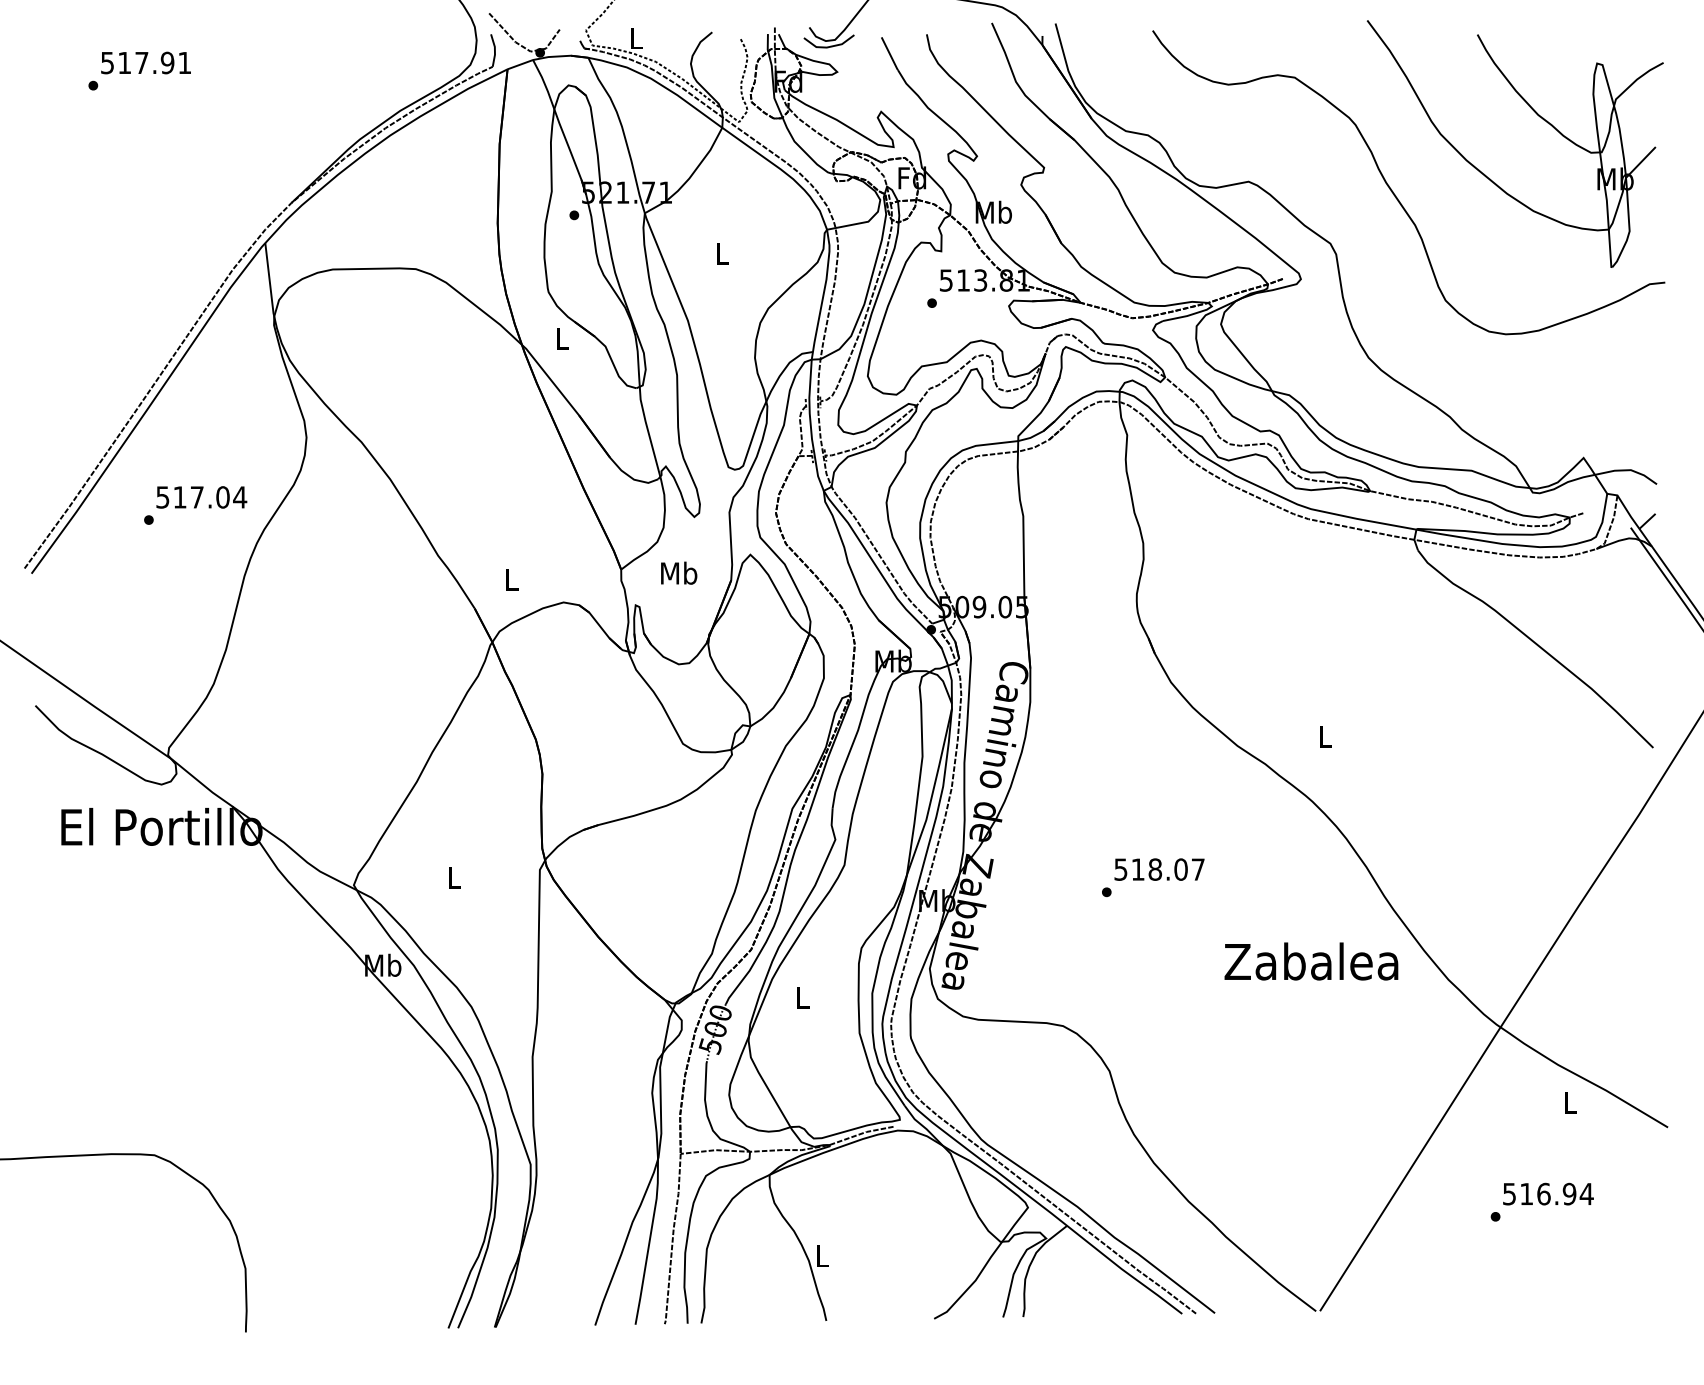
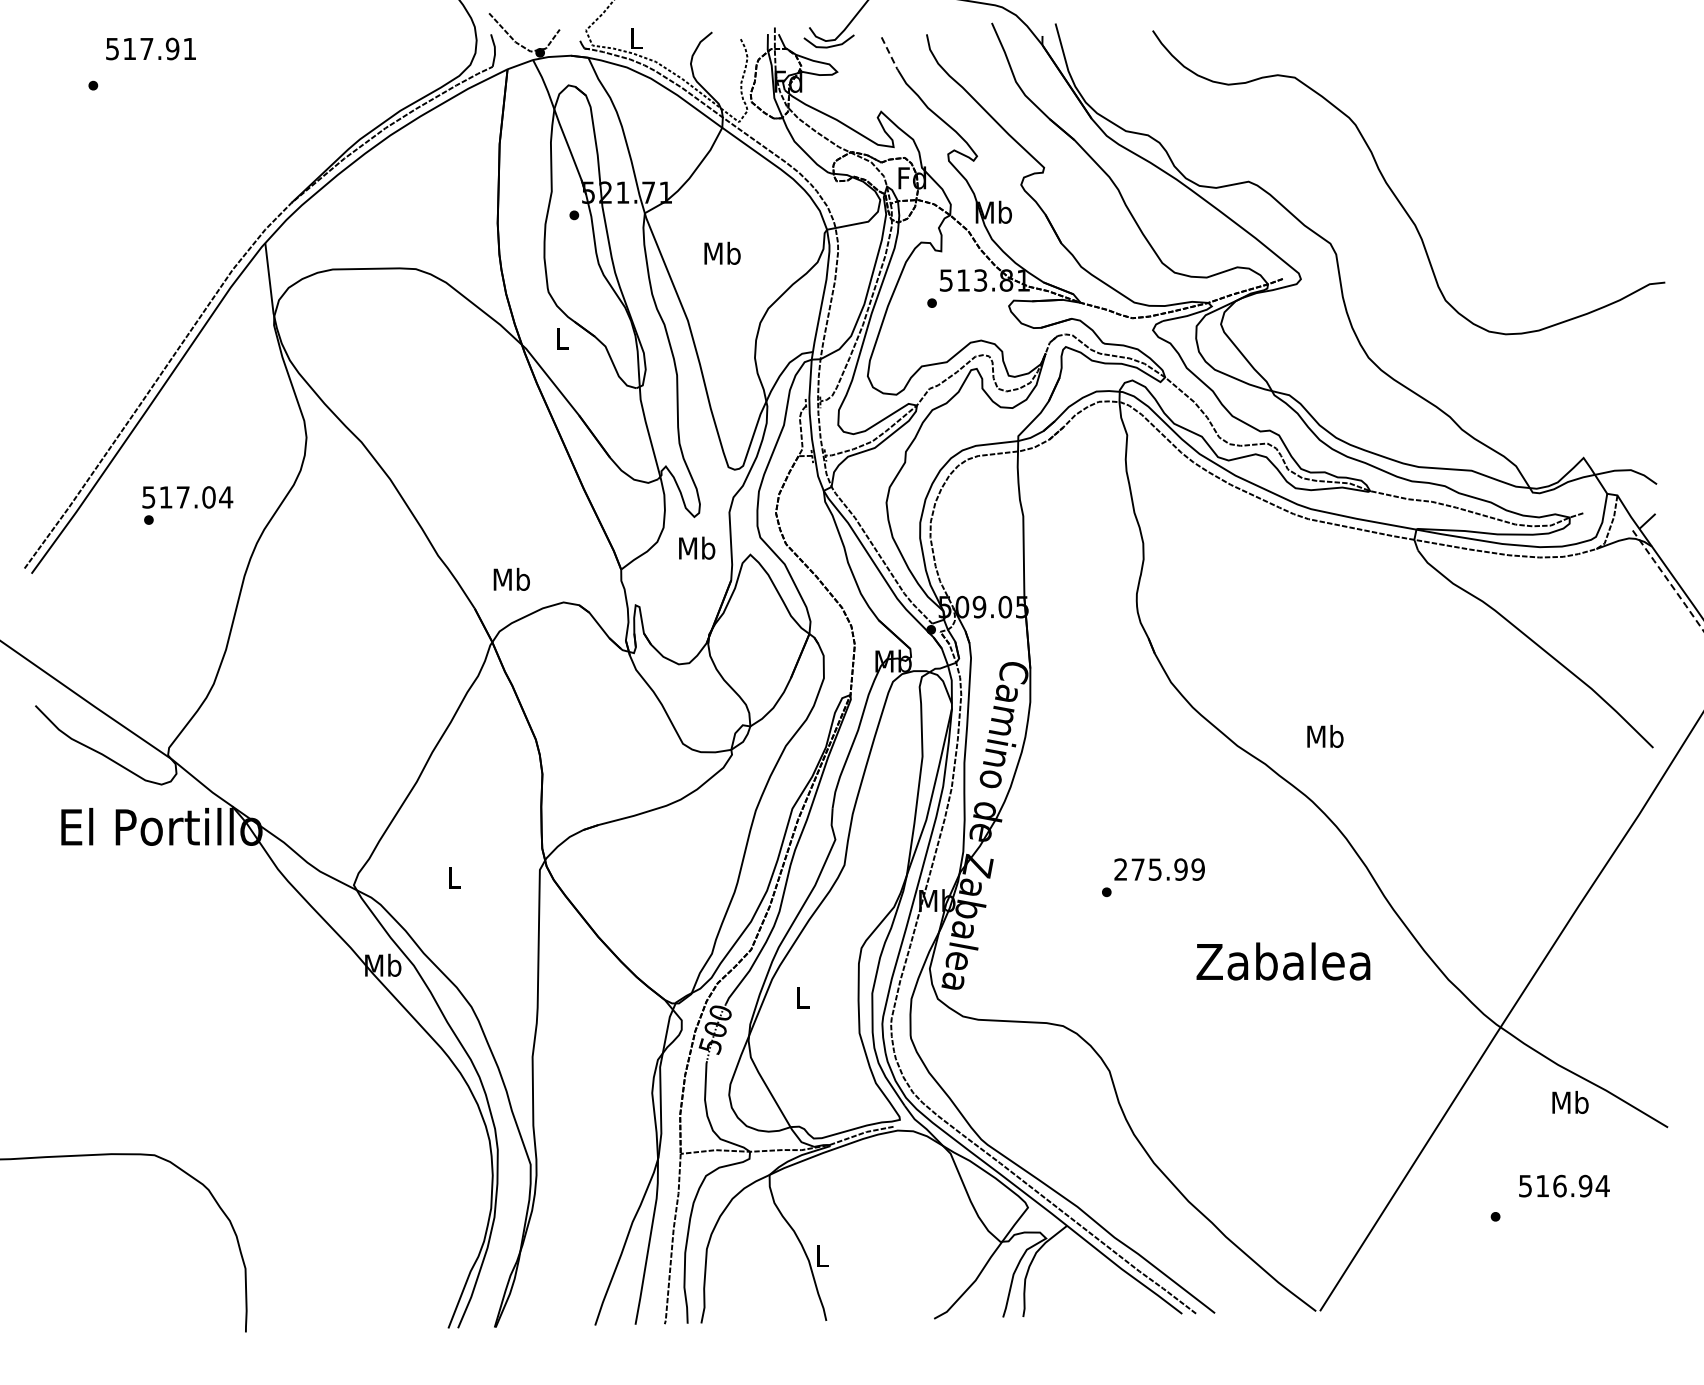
line at (890, 54): solid -> dashed
text at (145, 62) position: (145, 62) -> (150, 48)
part at (1539, 117): present -> none
text at (722, 252): L -> Mb
text at (201, 497) position: (201, 497) -> (187, 497)
text at (679, 572) position: (679, 572) -> (697, 547)
text at (511, 578): L -> Mb
line at (1667, 579): solid -> dashed
text at (1325, 735): L -> Mb
text at (1159, 869): 518.07 -> 275.99
text at (1311, 961) position: (1311, 961) -> (1283, 961)
text at (1570, 1101): L -> Mb
text at (1548, 1193) position: (1548, 1193) -> (1564, 1185)
